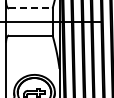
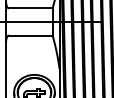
line at (30, 8): dashed -> solid
